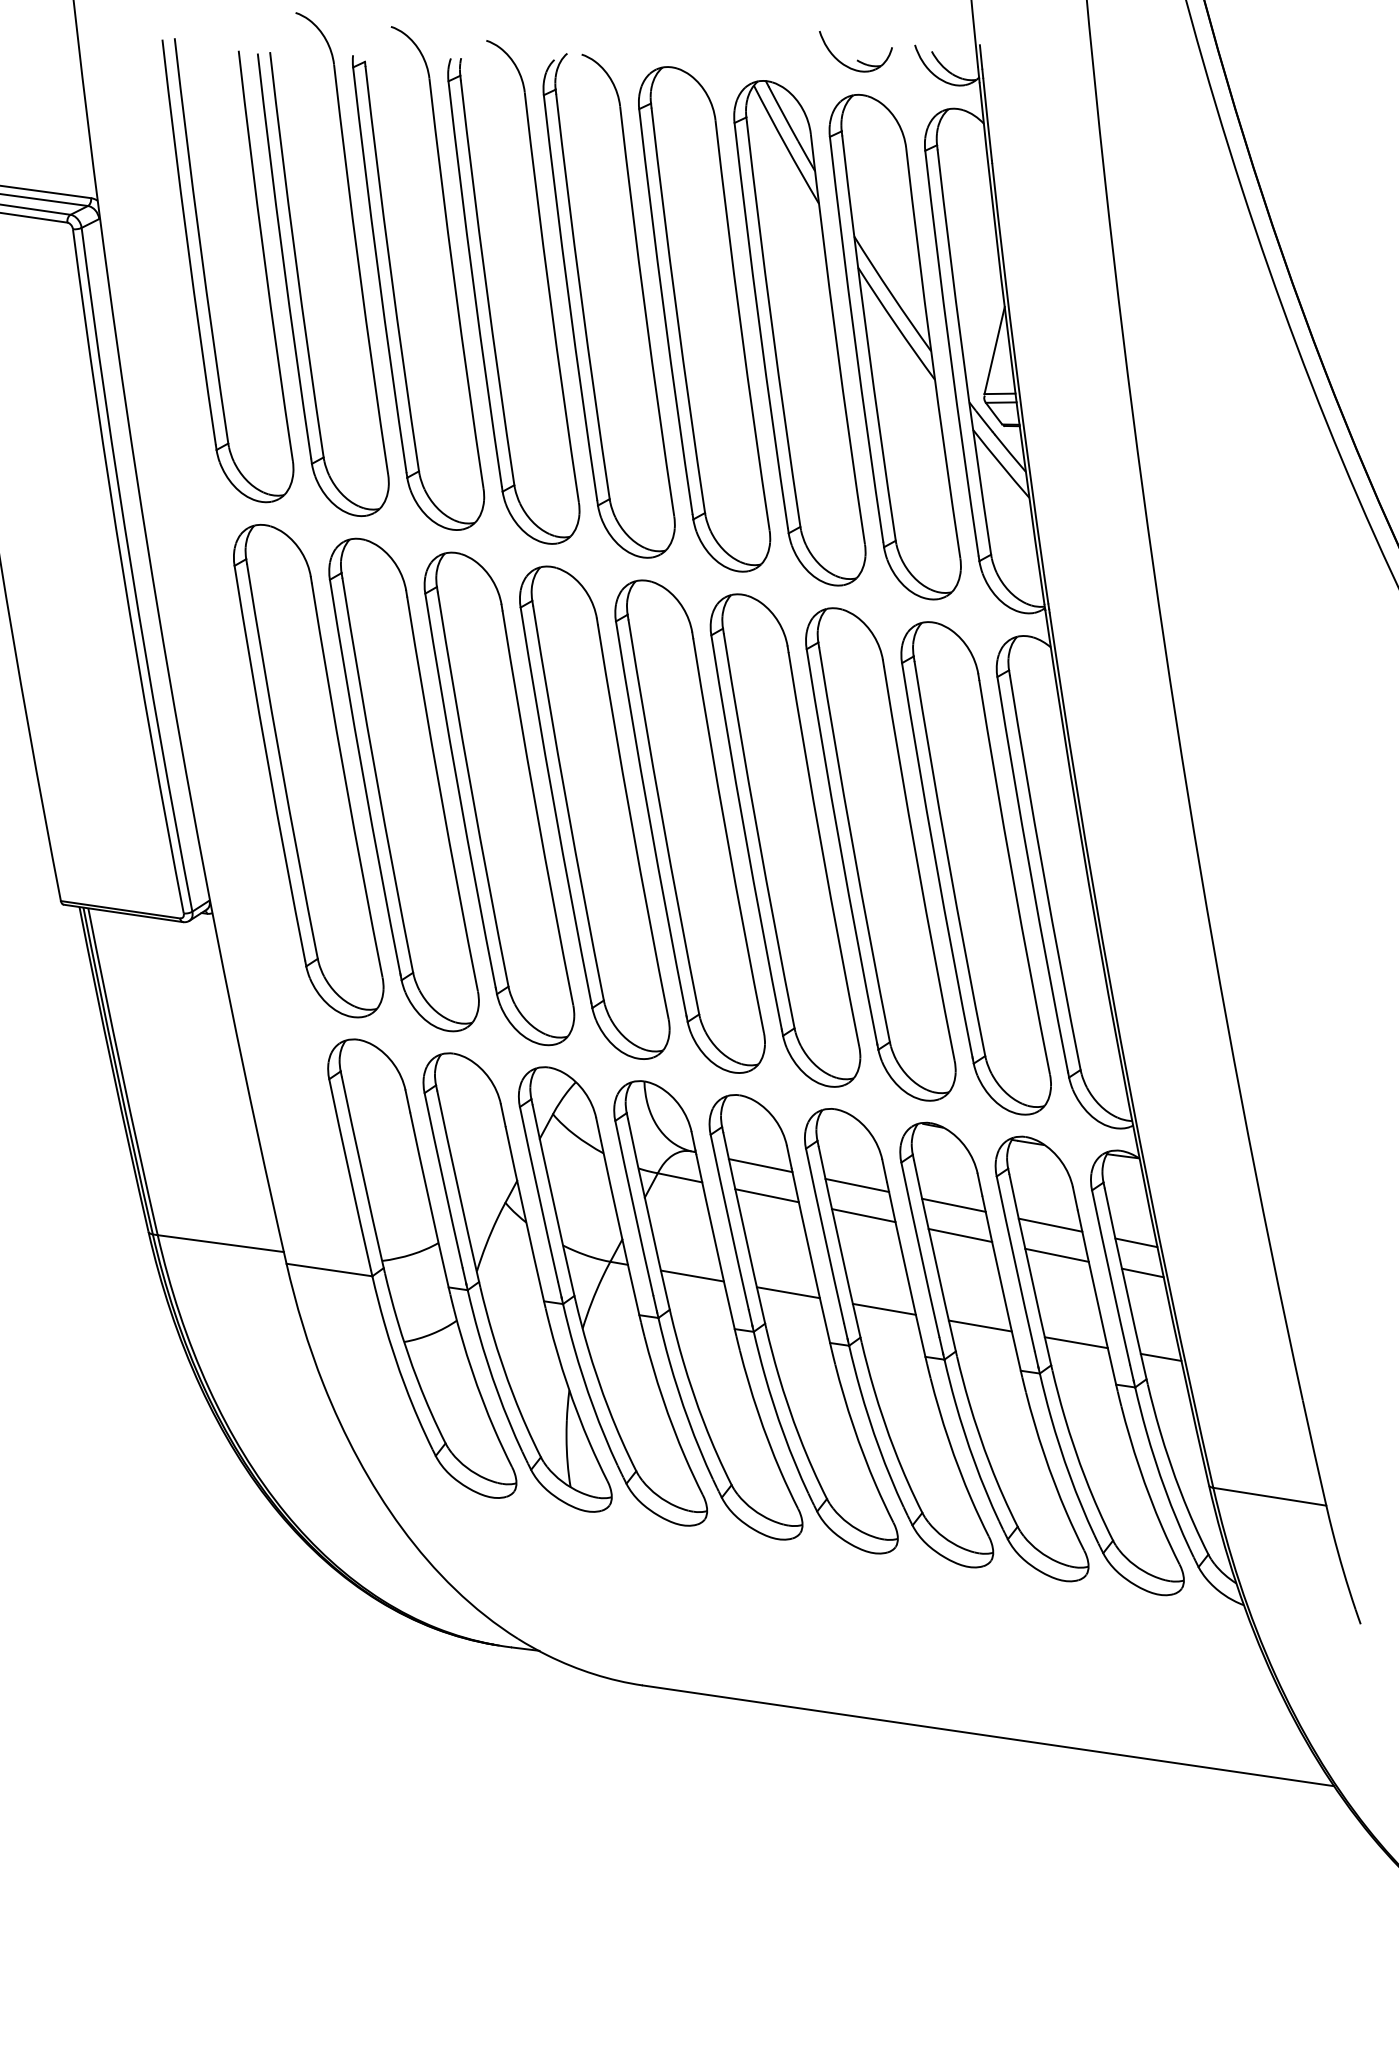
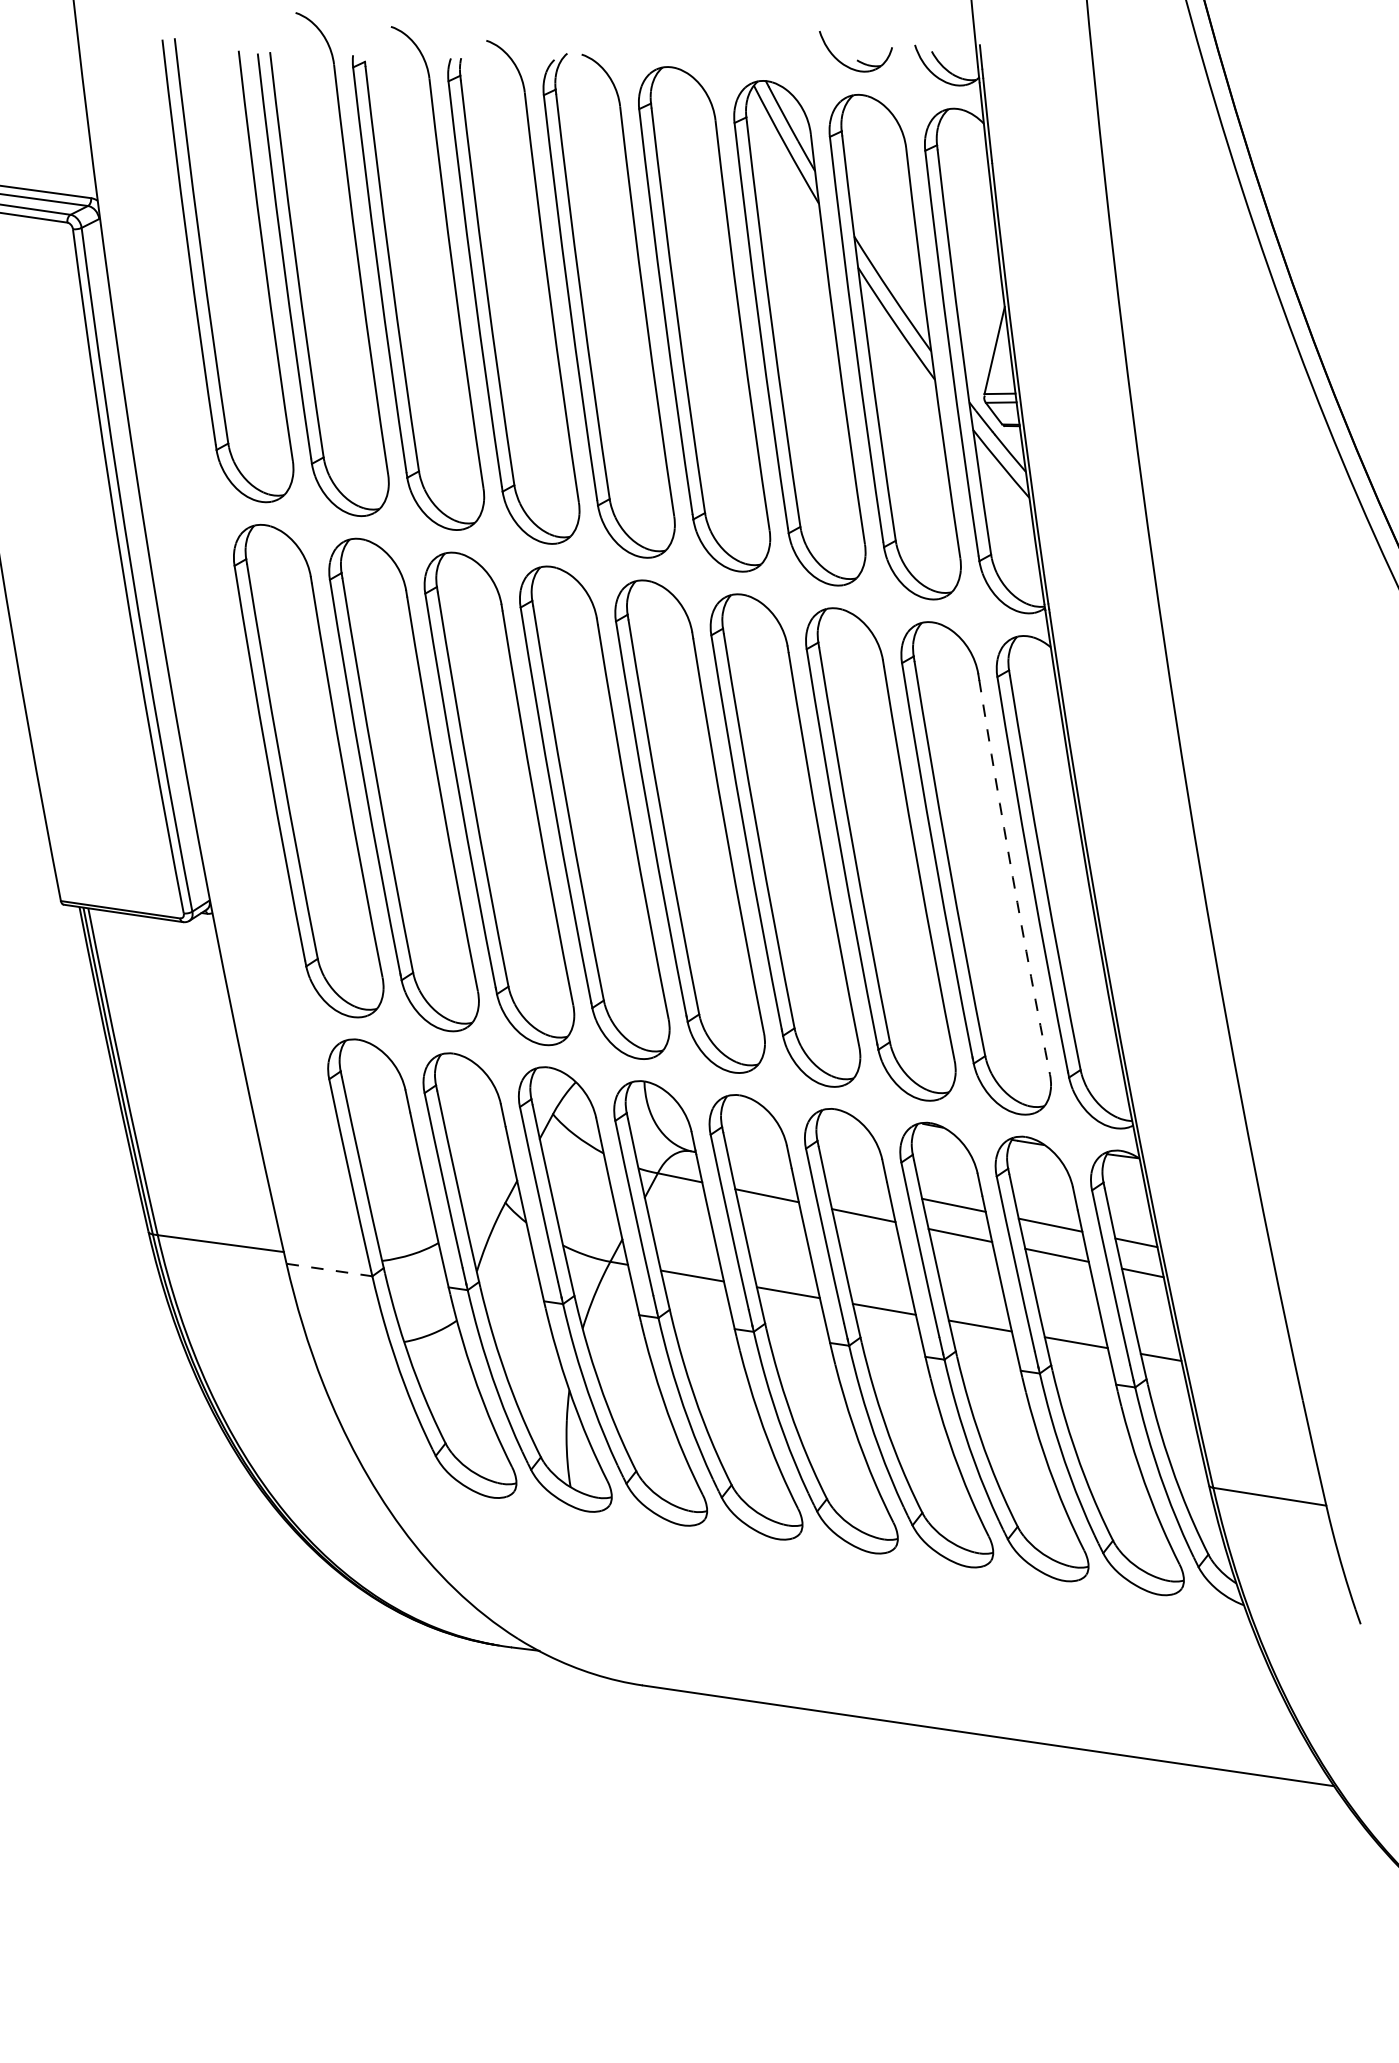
arc at (1012, 877): solid -> dashed
line at (760, 1165): present -> none
line at (857, 1185): present -> none
line at (329, 1270): solid -> dashed
